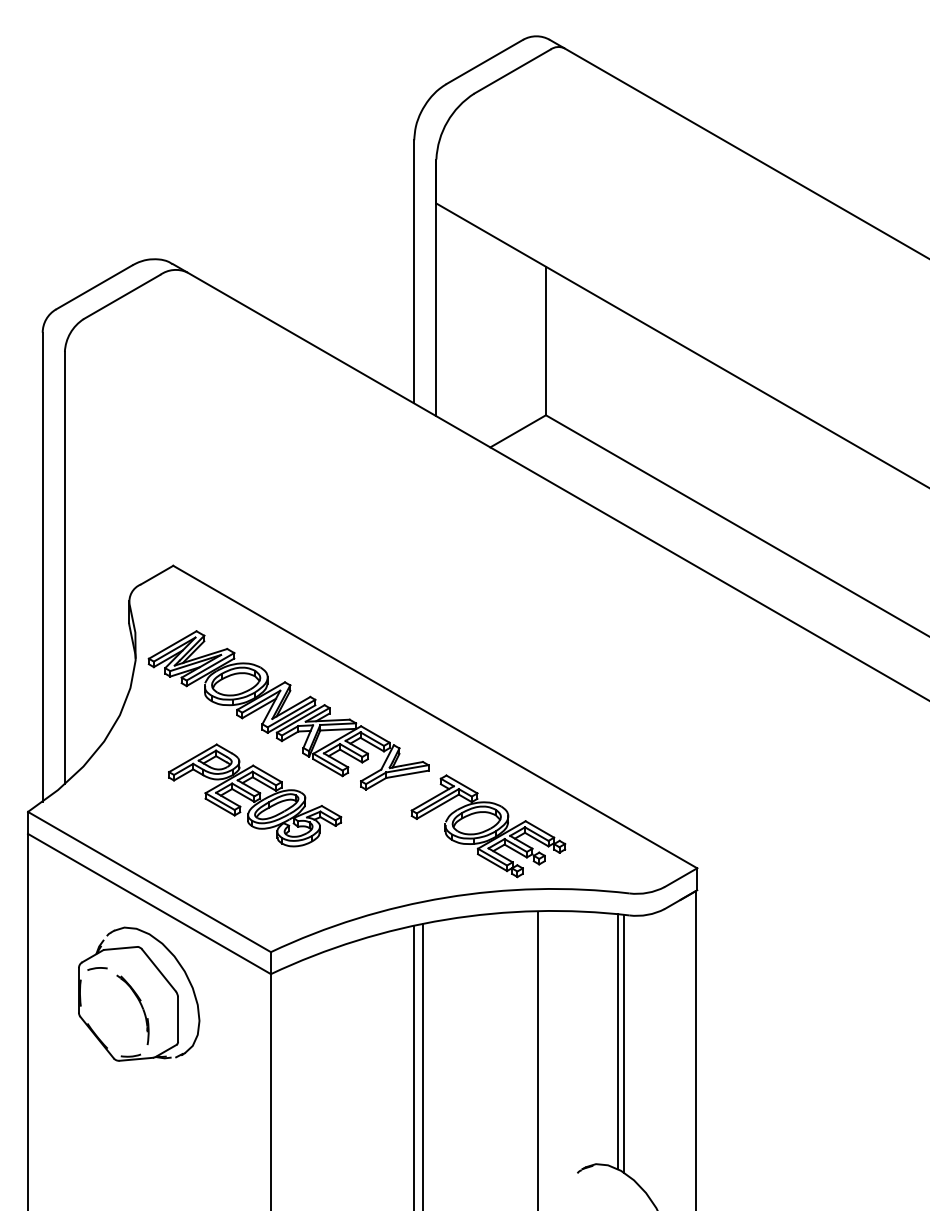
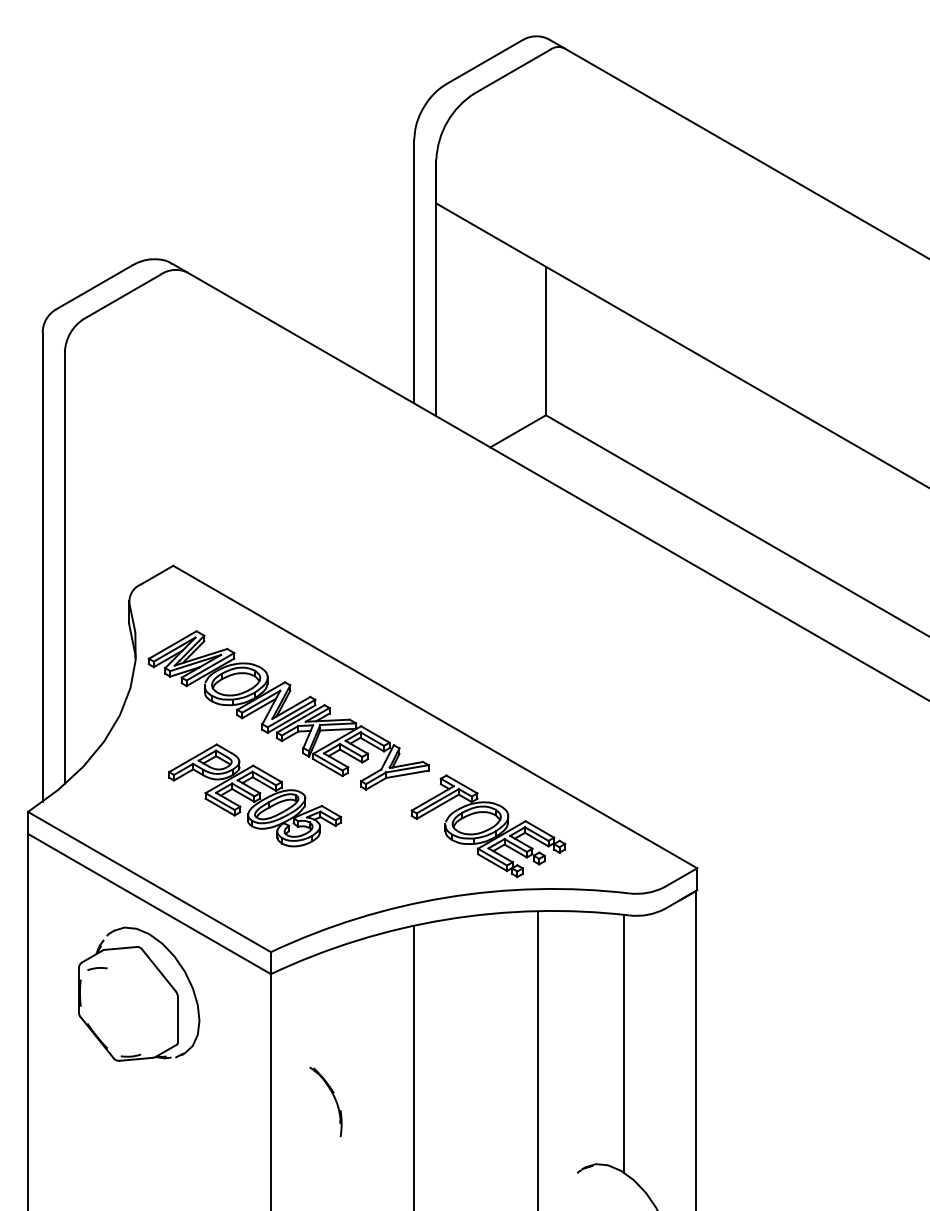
part at (140, 1005) position: (140, 1005) -> (333, 1097)
line at (617, 1041): present -> none
line at (423, 1065): present -> none
